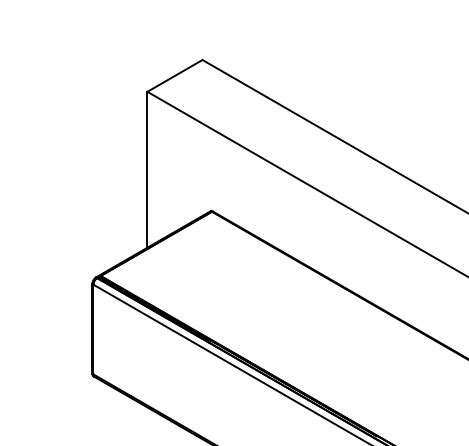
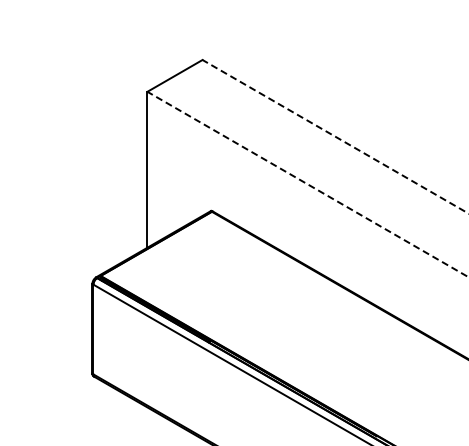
line at (334, 136): solid -> dashed
line at (307, 184): solid -> dashed
